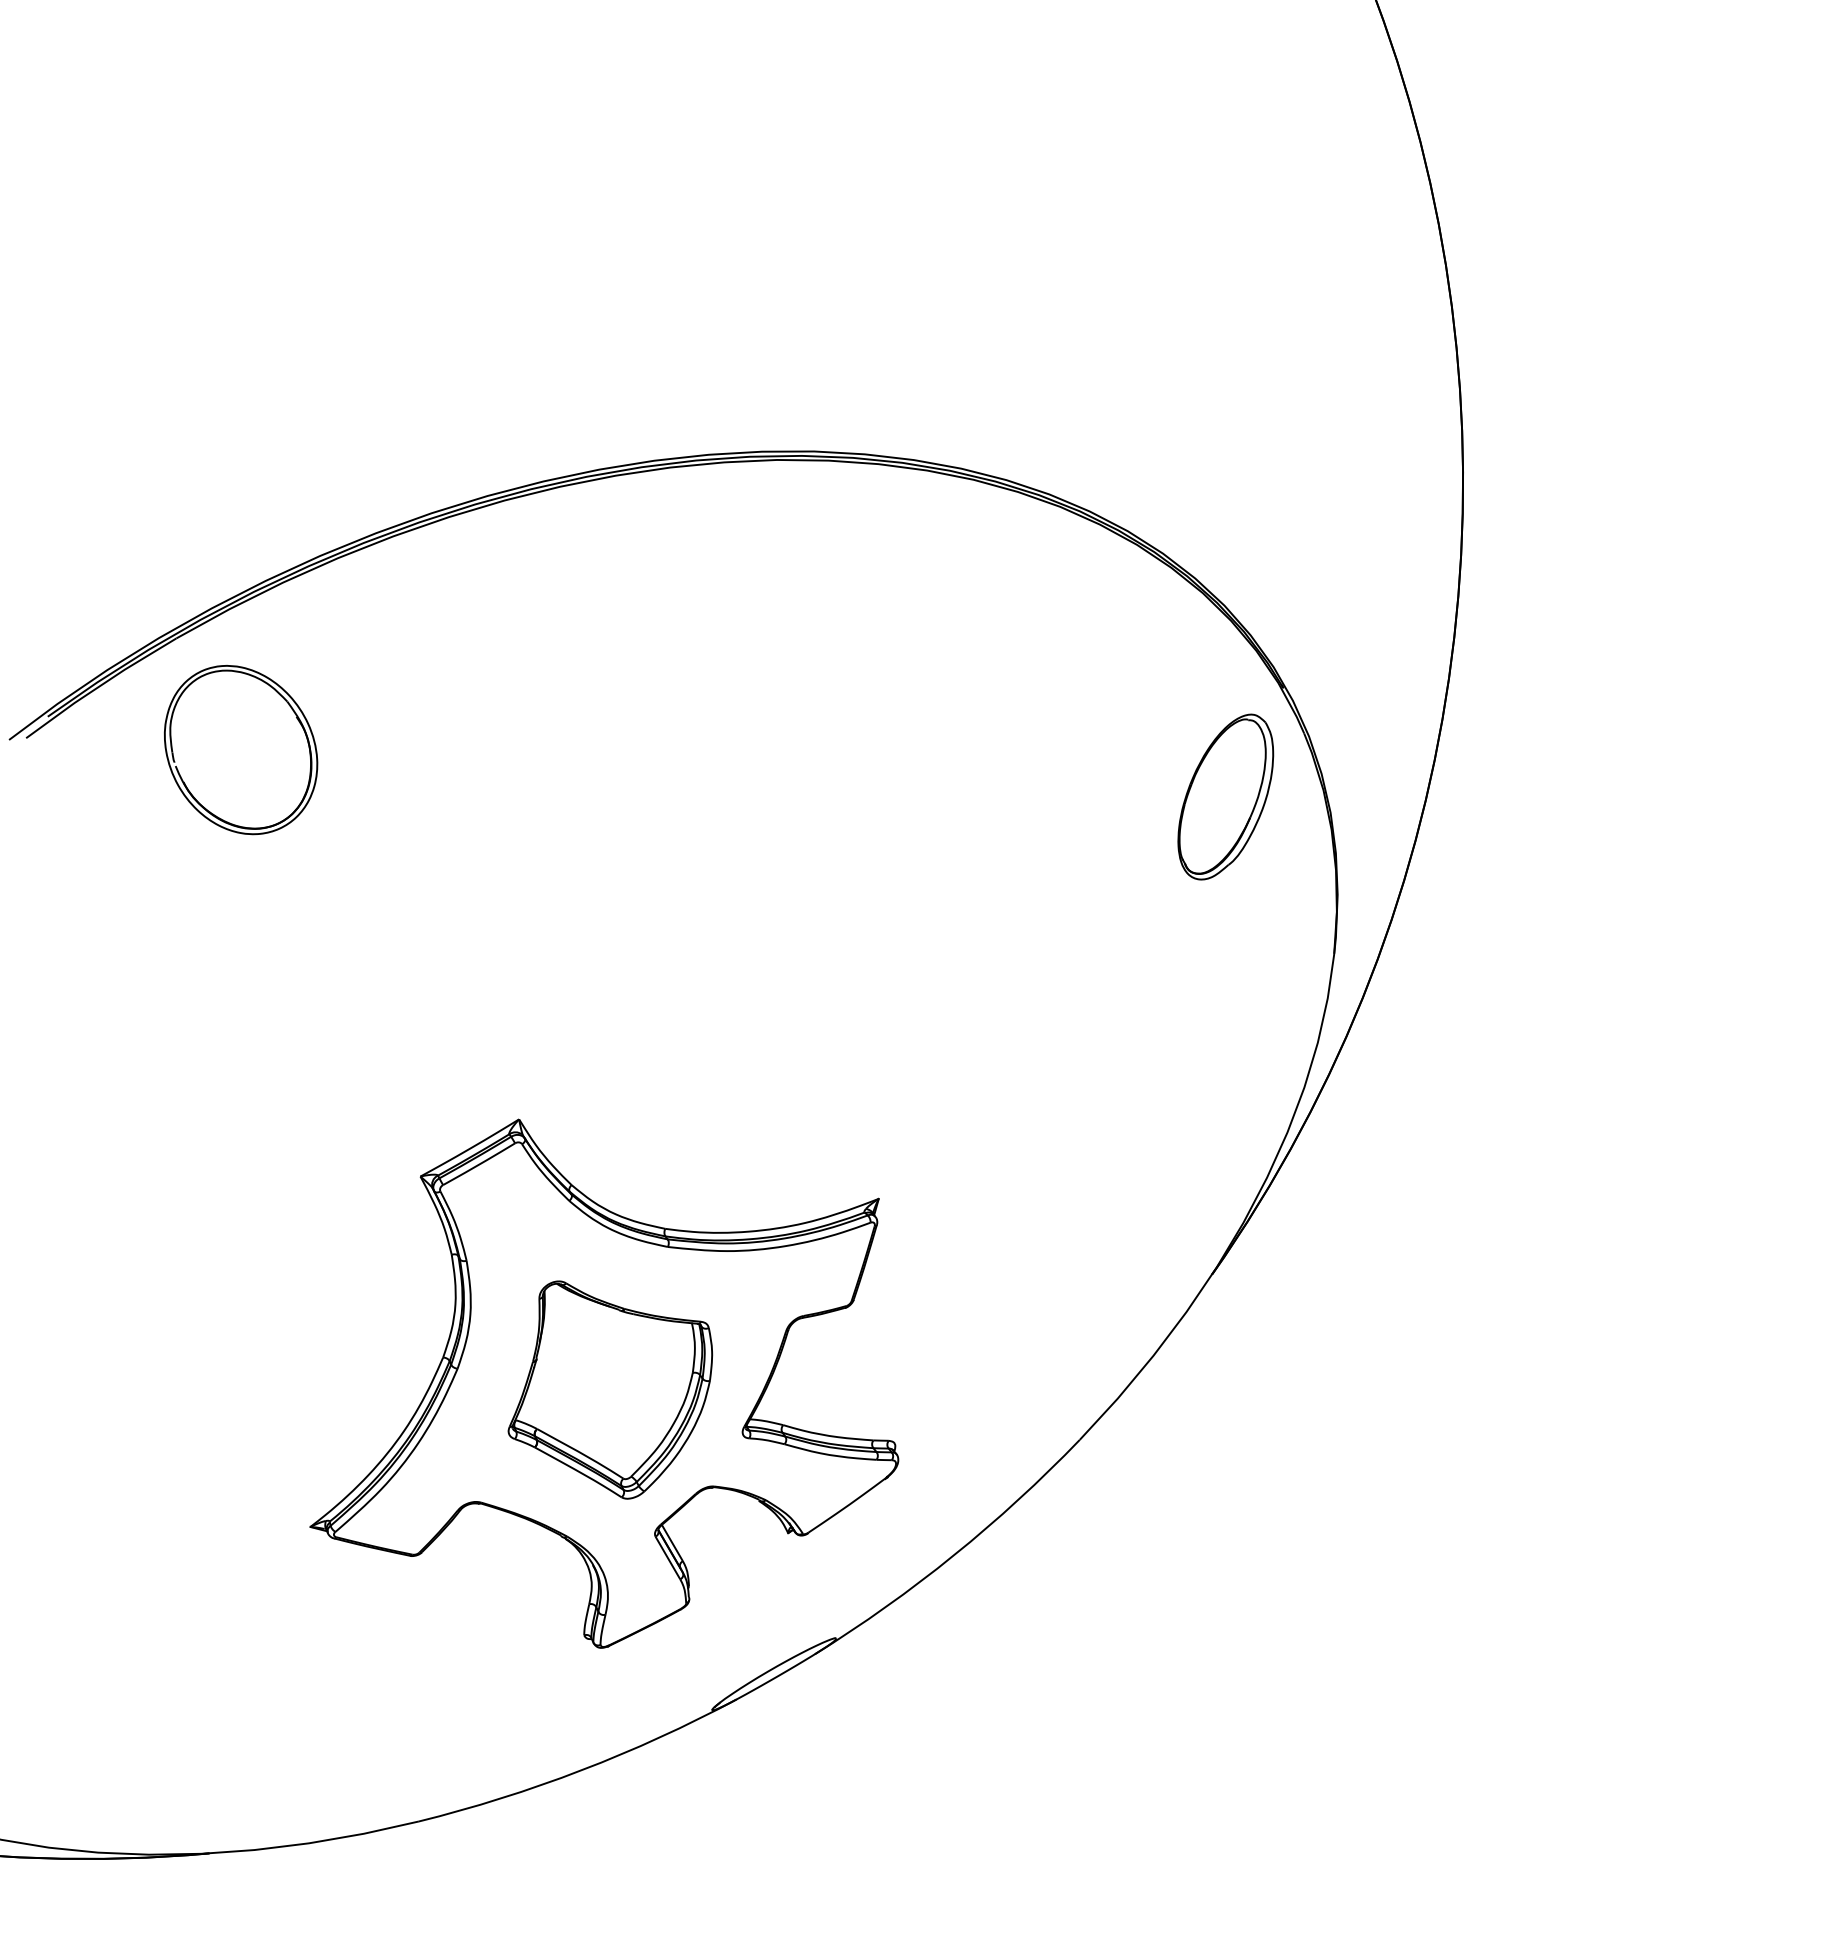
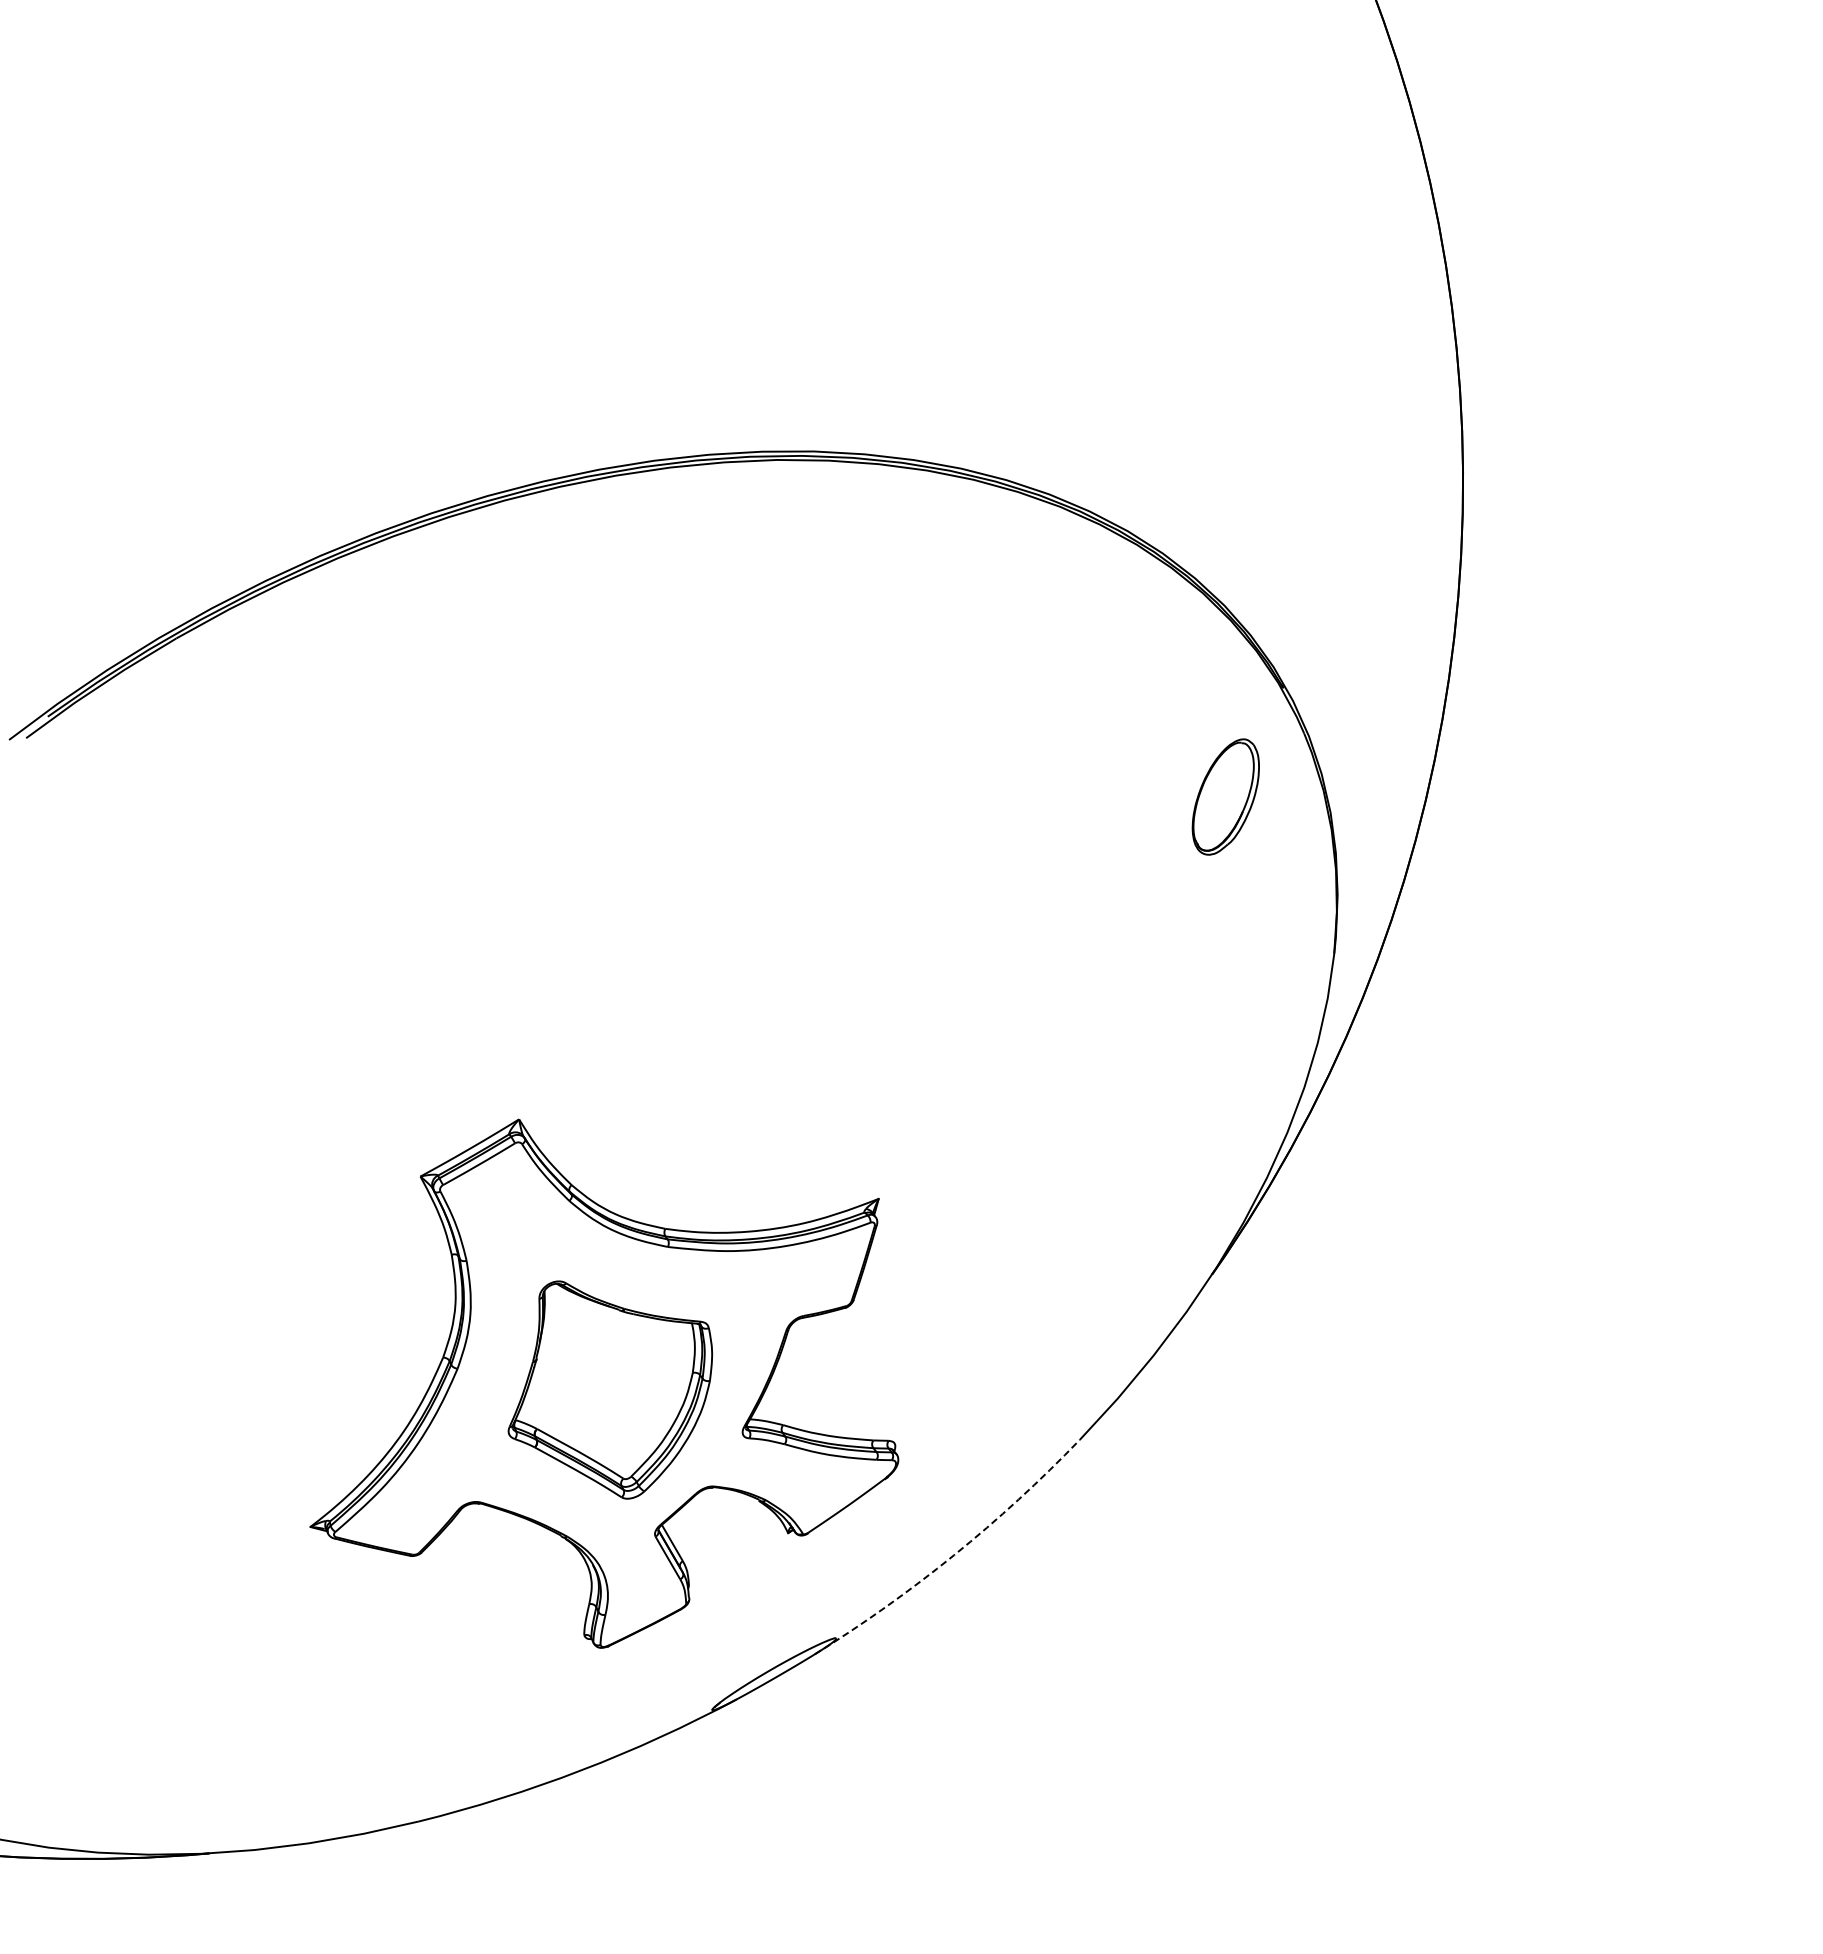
part at (241, 750): present -> none
part at (1225, 796) size: 98x168 px -> 69x118 px
arc at (954, 1555): solid -> dashed
